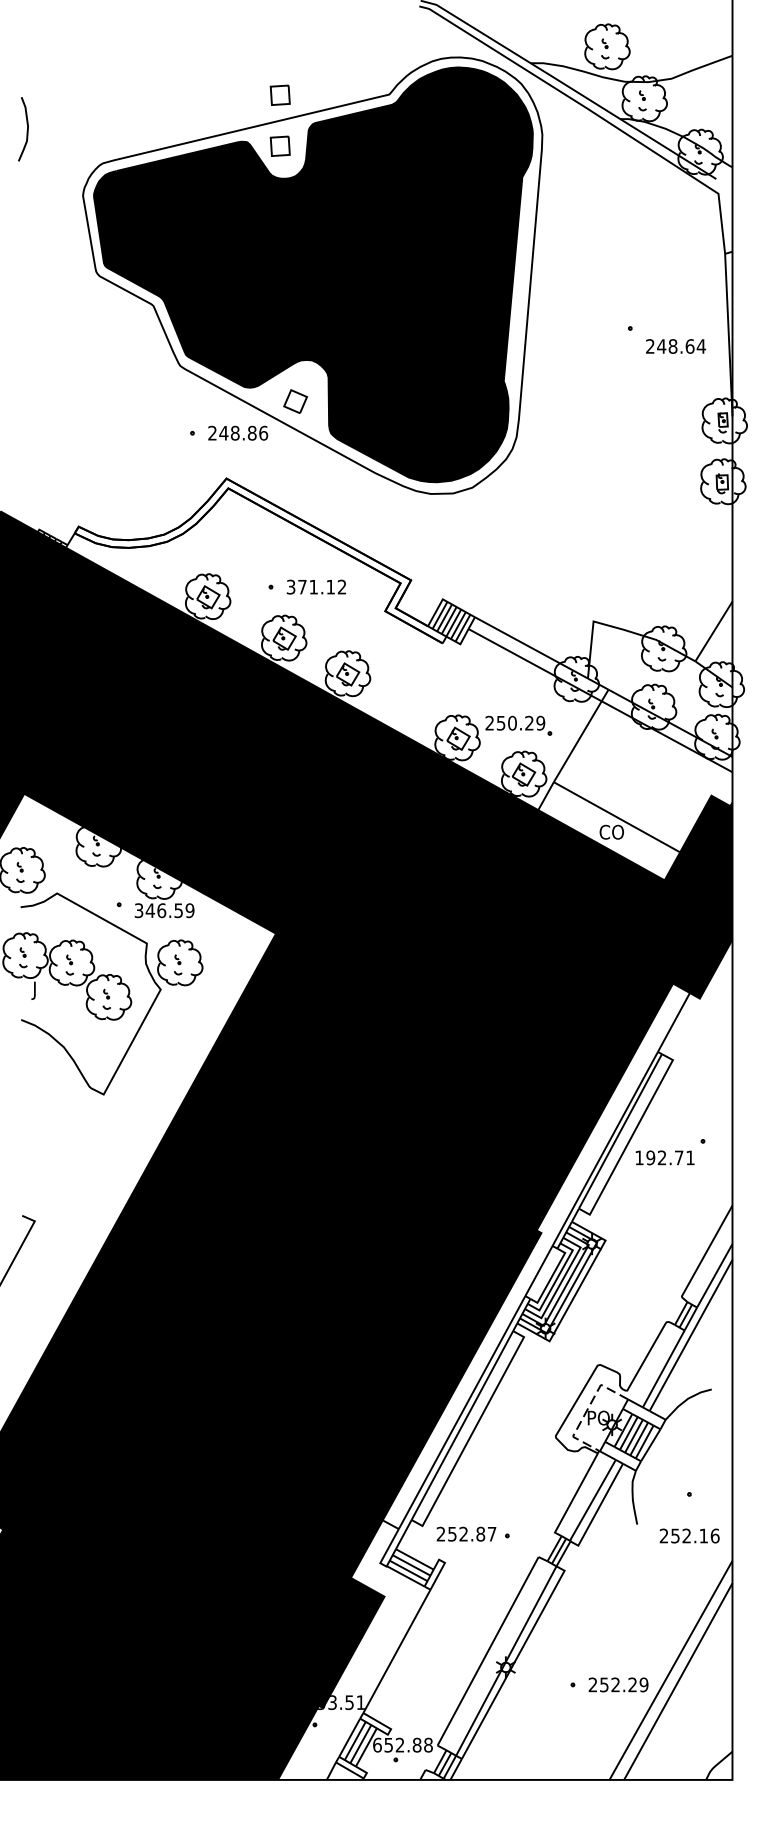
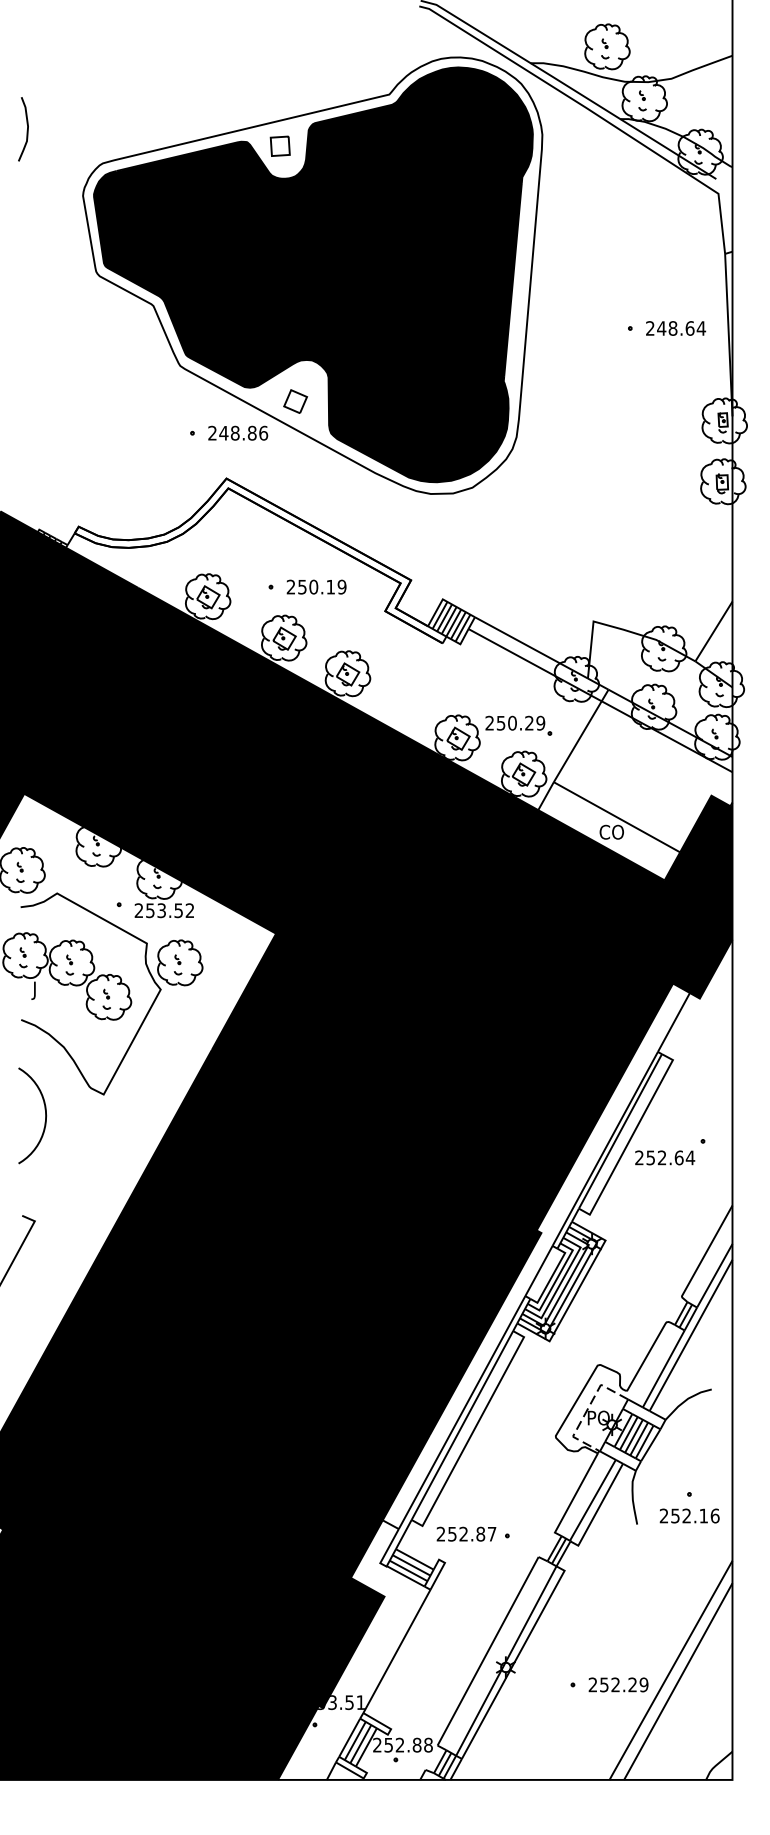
part at (279, 94): present -> none
text at (676, 346) position: (676, 346) -> (676, 328)
text at (316, 586): 371.12 -> 250.19
text at (164, 910): 346.59 -> 253.52
curve at (45, 1115): none -> present
text at (665, 1157): 192.71 -> 252.64
text at (689, 1535) position: (689, 1535) -> (689, 1515)
text at (377, 1744): 652.88 -> 252.88
